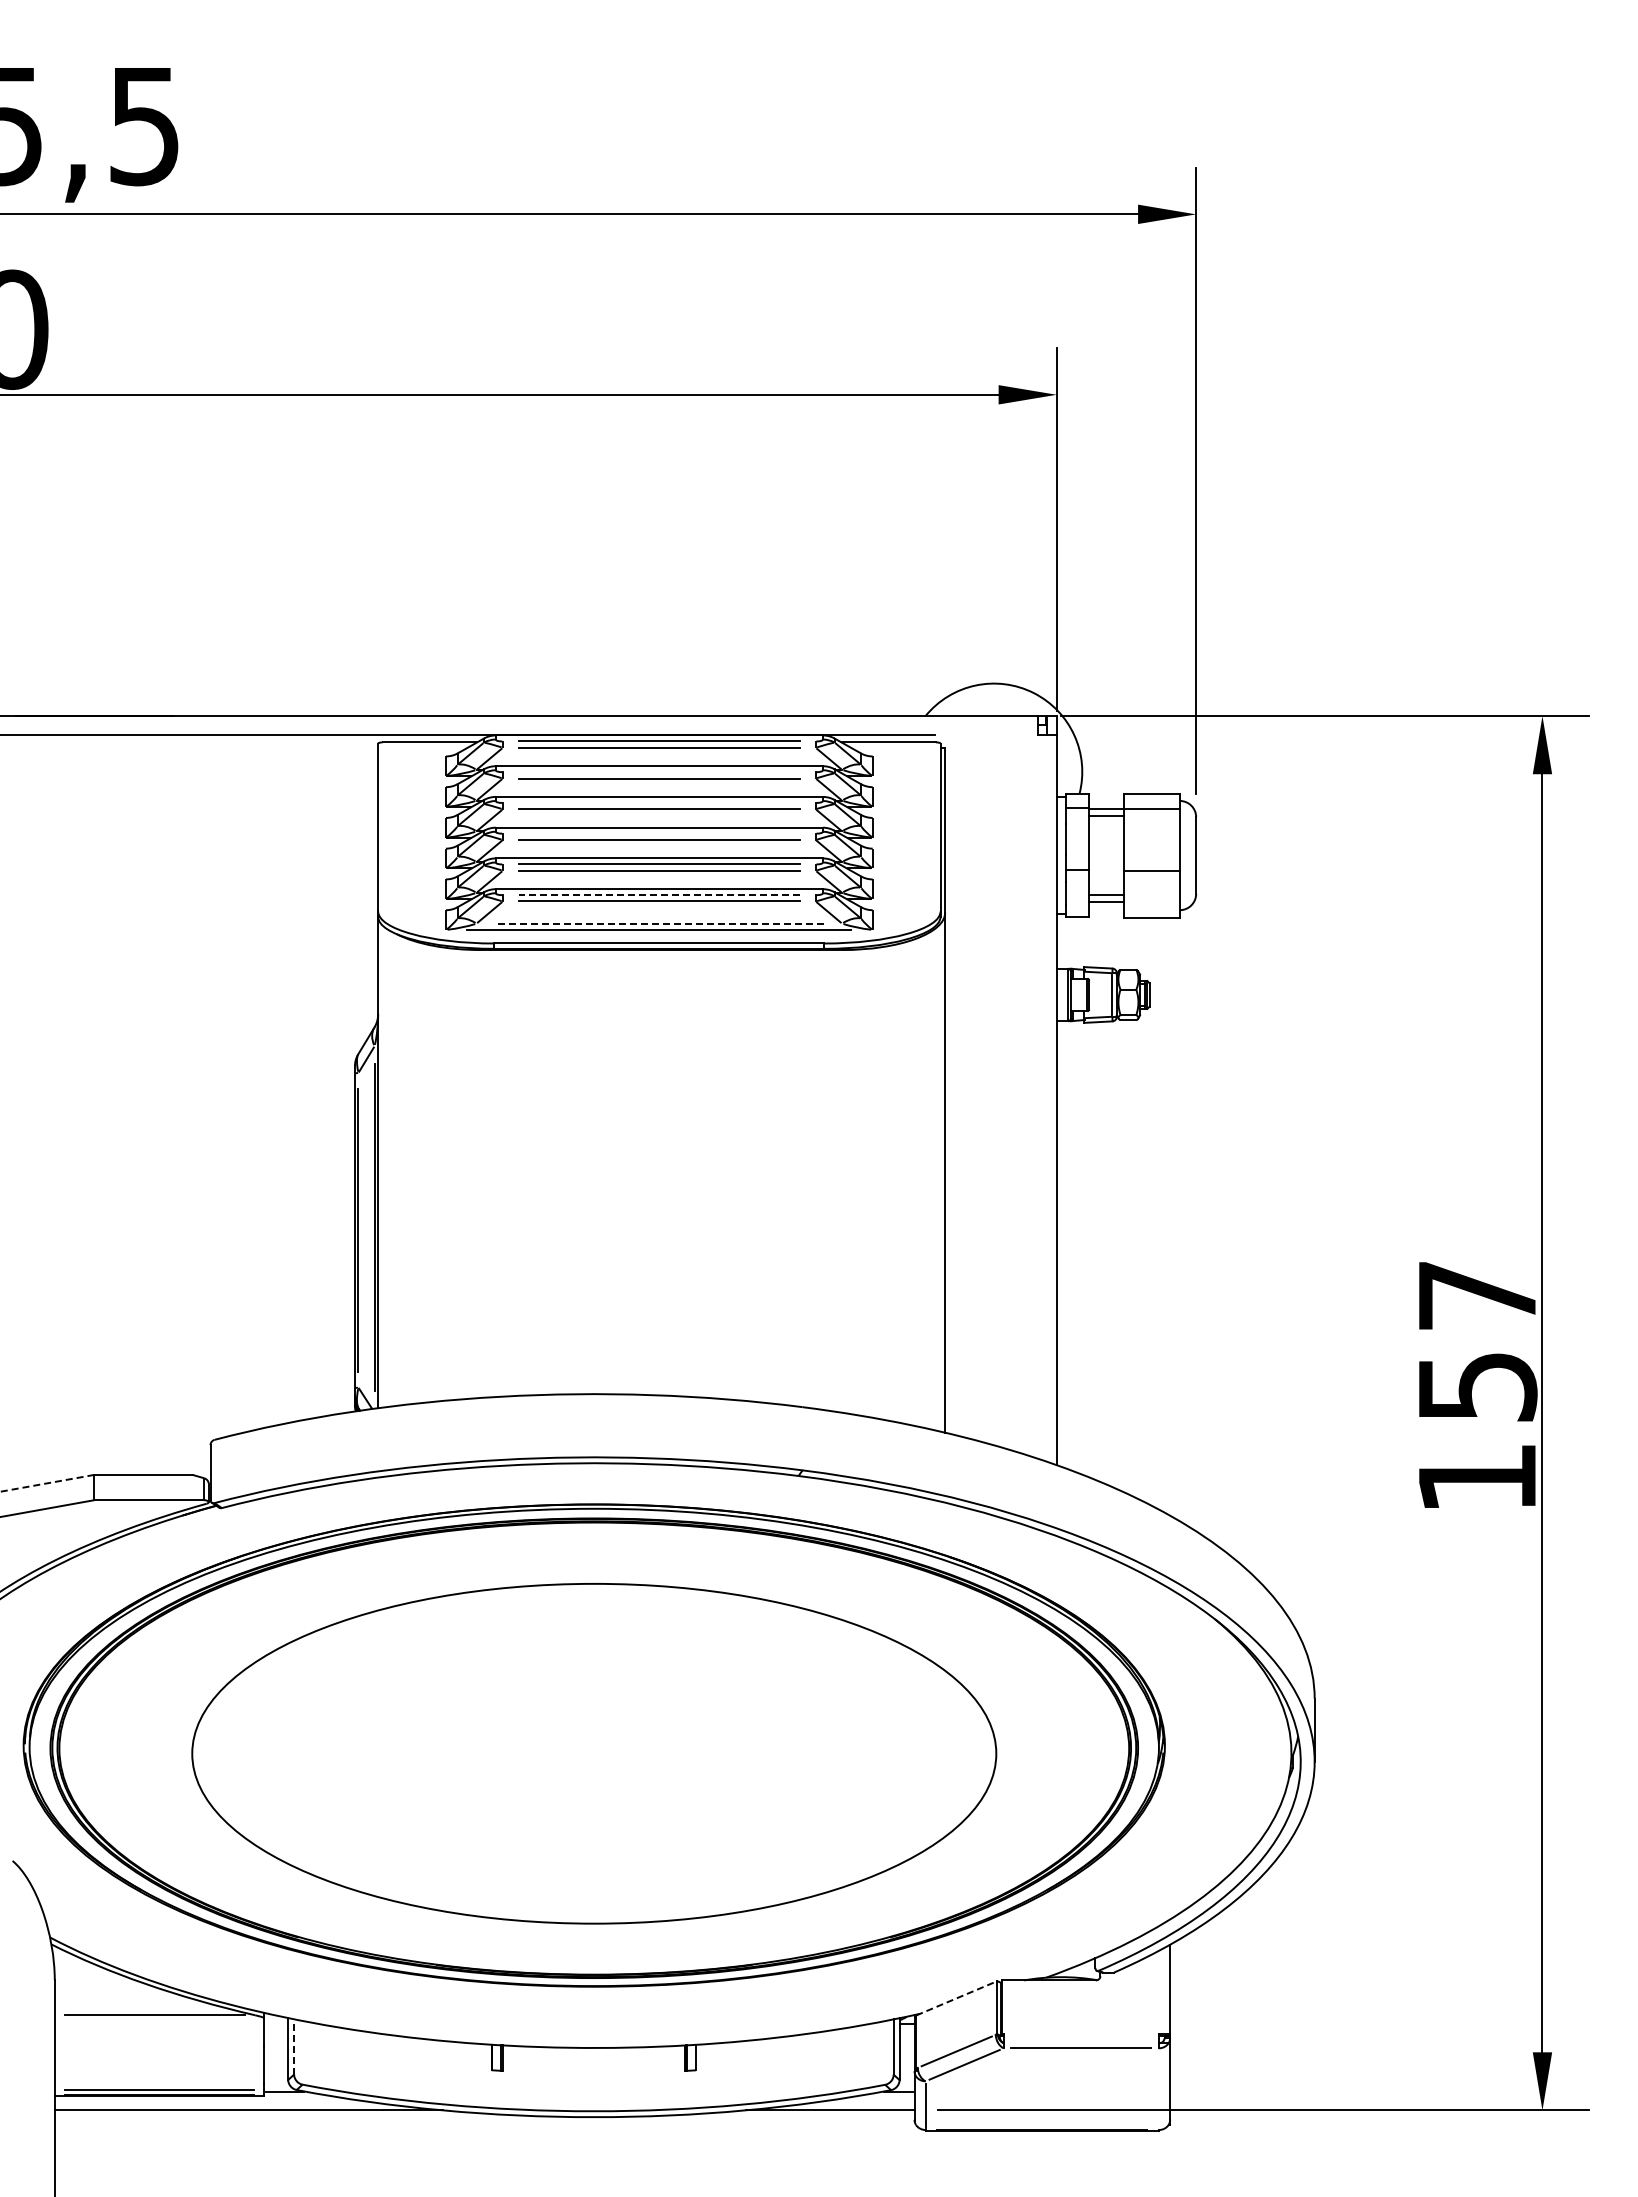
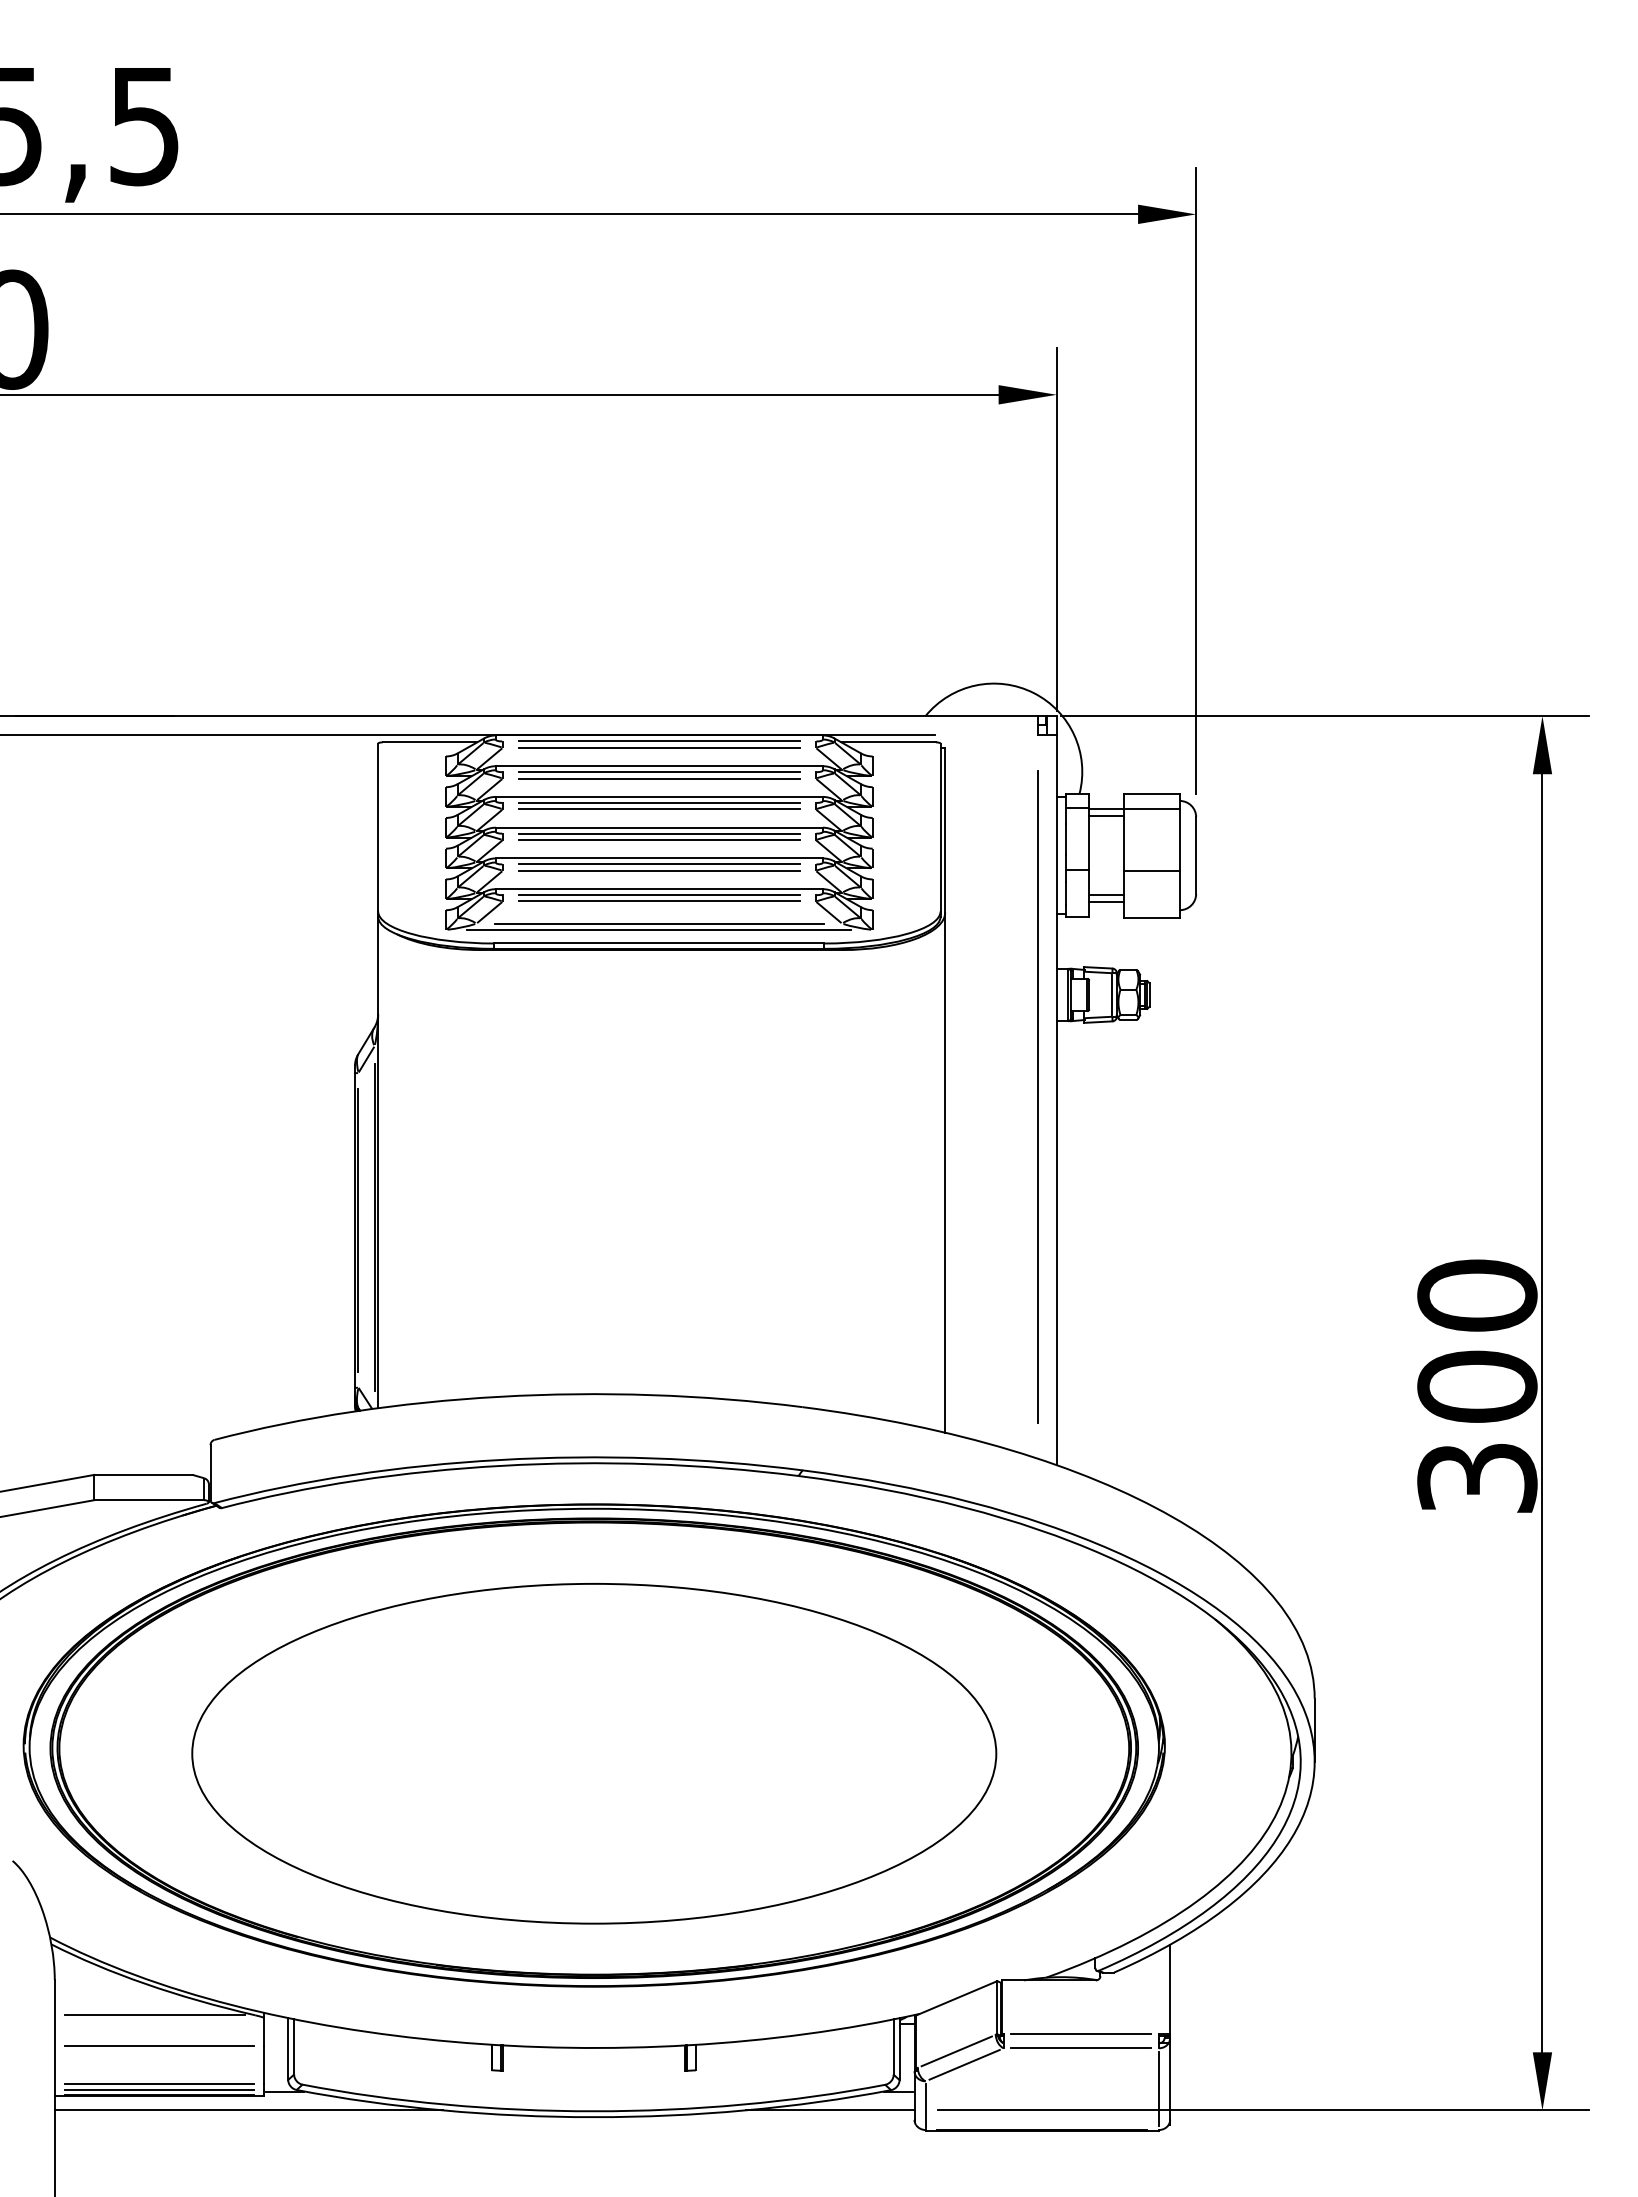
line at (659, 772): none -> present
line at (659, 802): none -> present
line at (659, 833): none -> present
line at (659, 895): dashed -> solid
line at (658, 923): dashed -> solid
line at (1038, 1096): none -> present
text at (1477, 1385): 157 -> 300
line at (47, 1483): dashed -> solid
line at (956, 1998): dashed -> solid
line at (1081, 2033): none -> present
line at (159, 2045): none -> present
line at (294, 2046): dashed -> solid
line at (159, 2084): none -> present
line at (1158, 2088): none -> present
